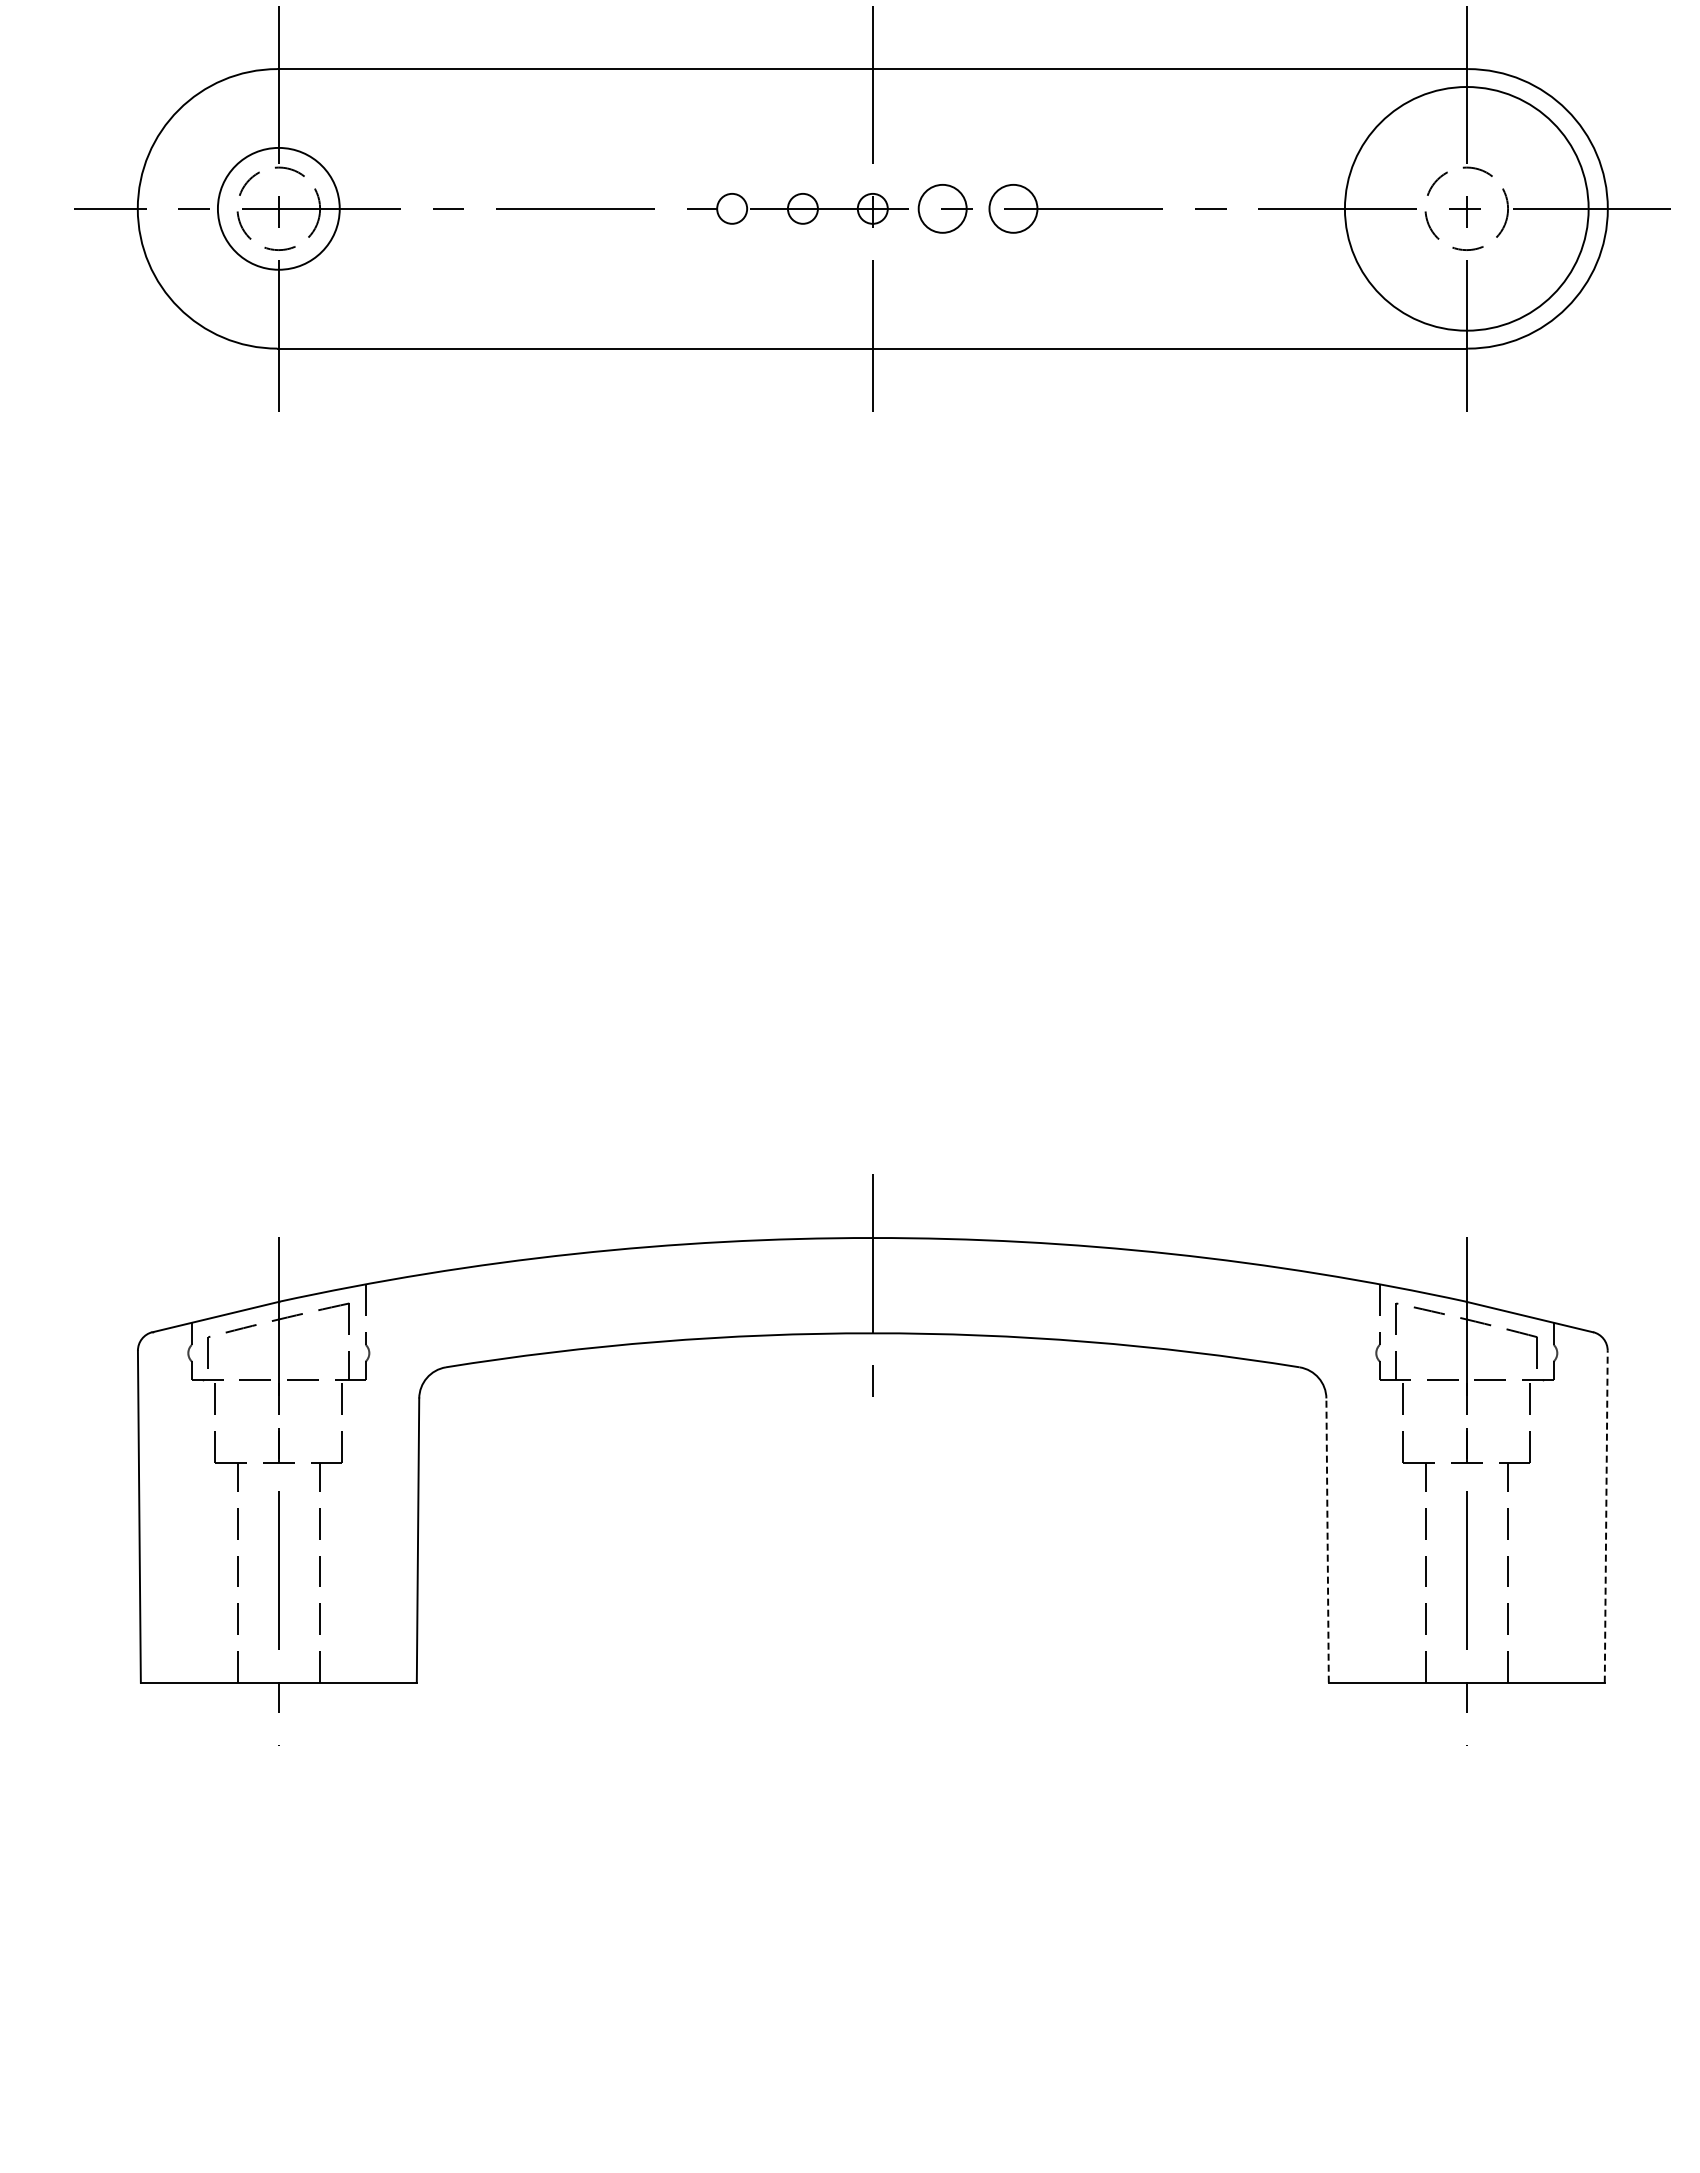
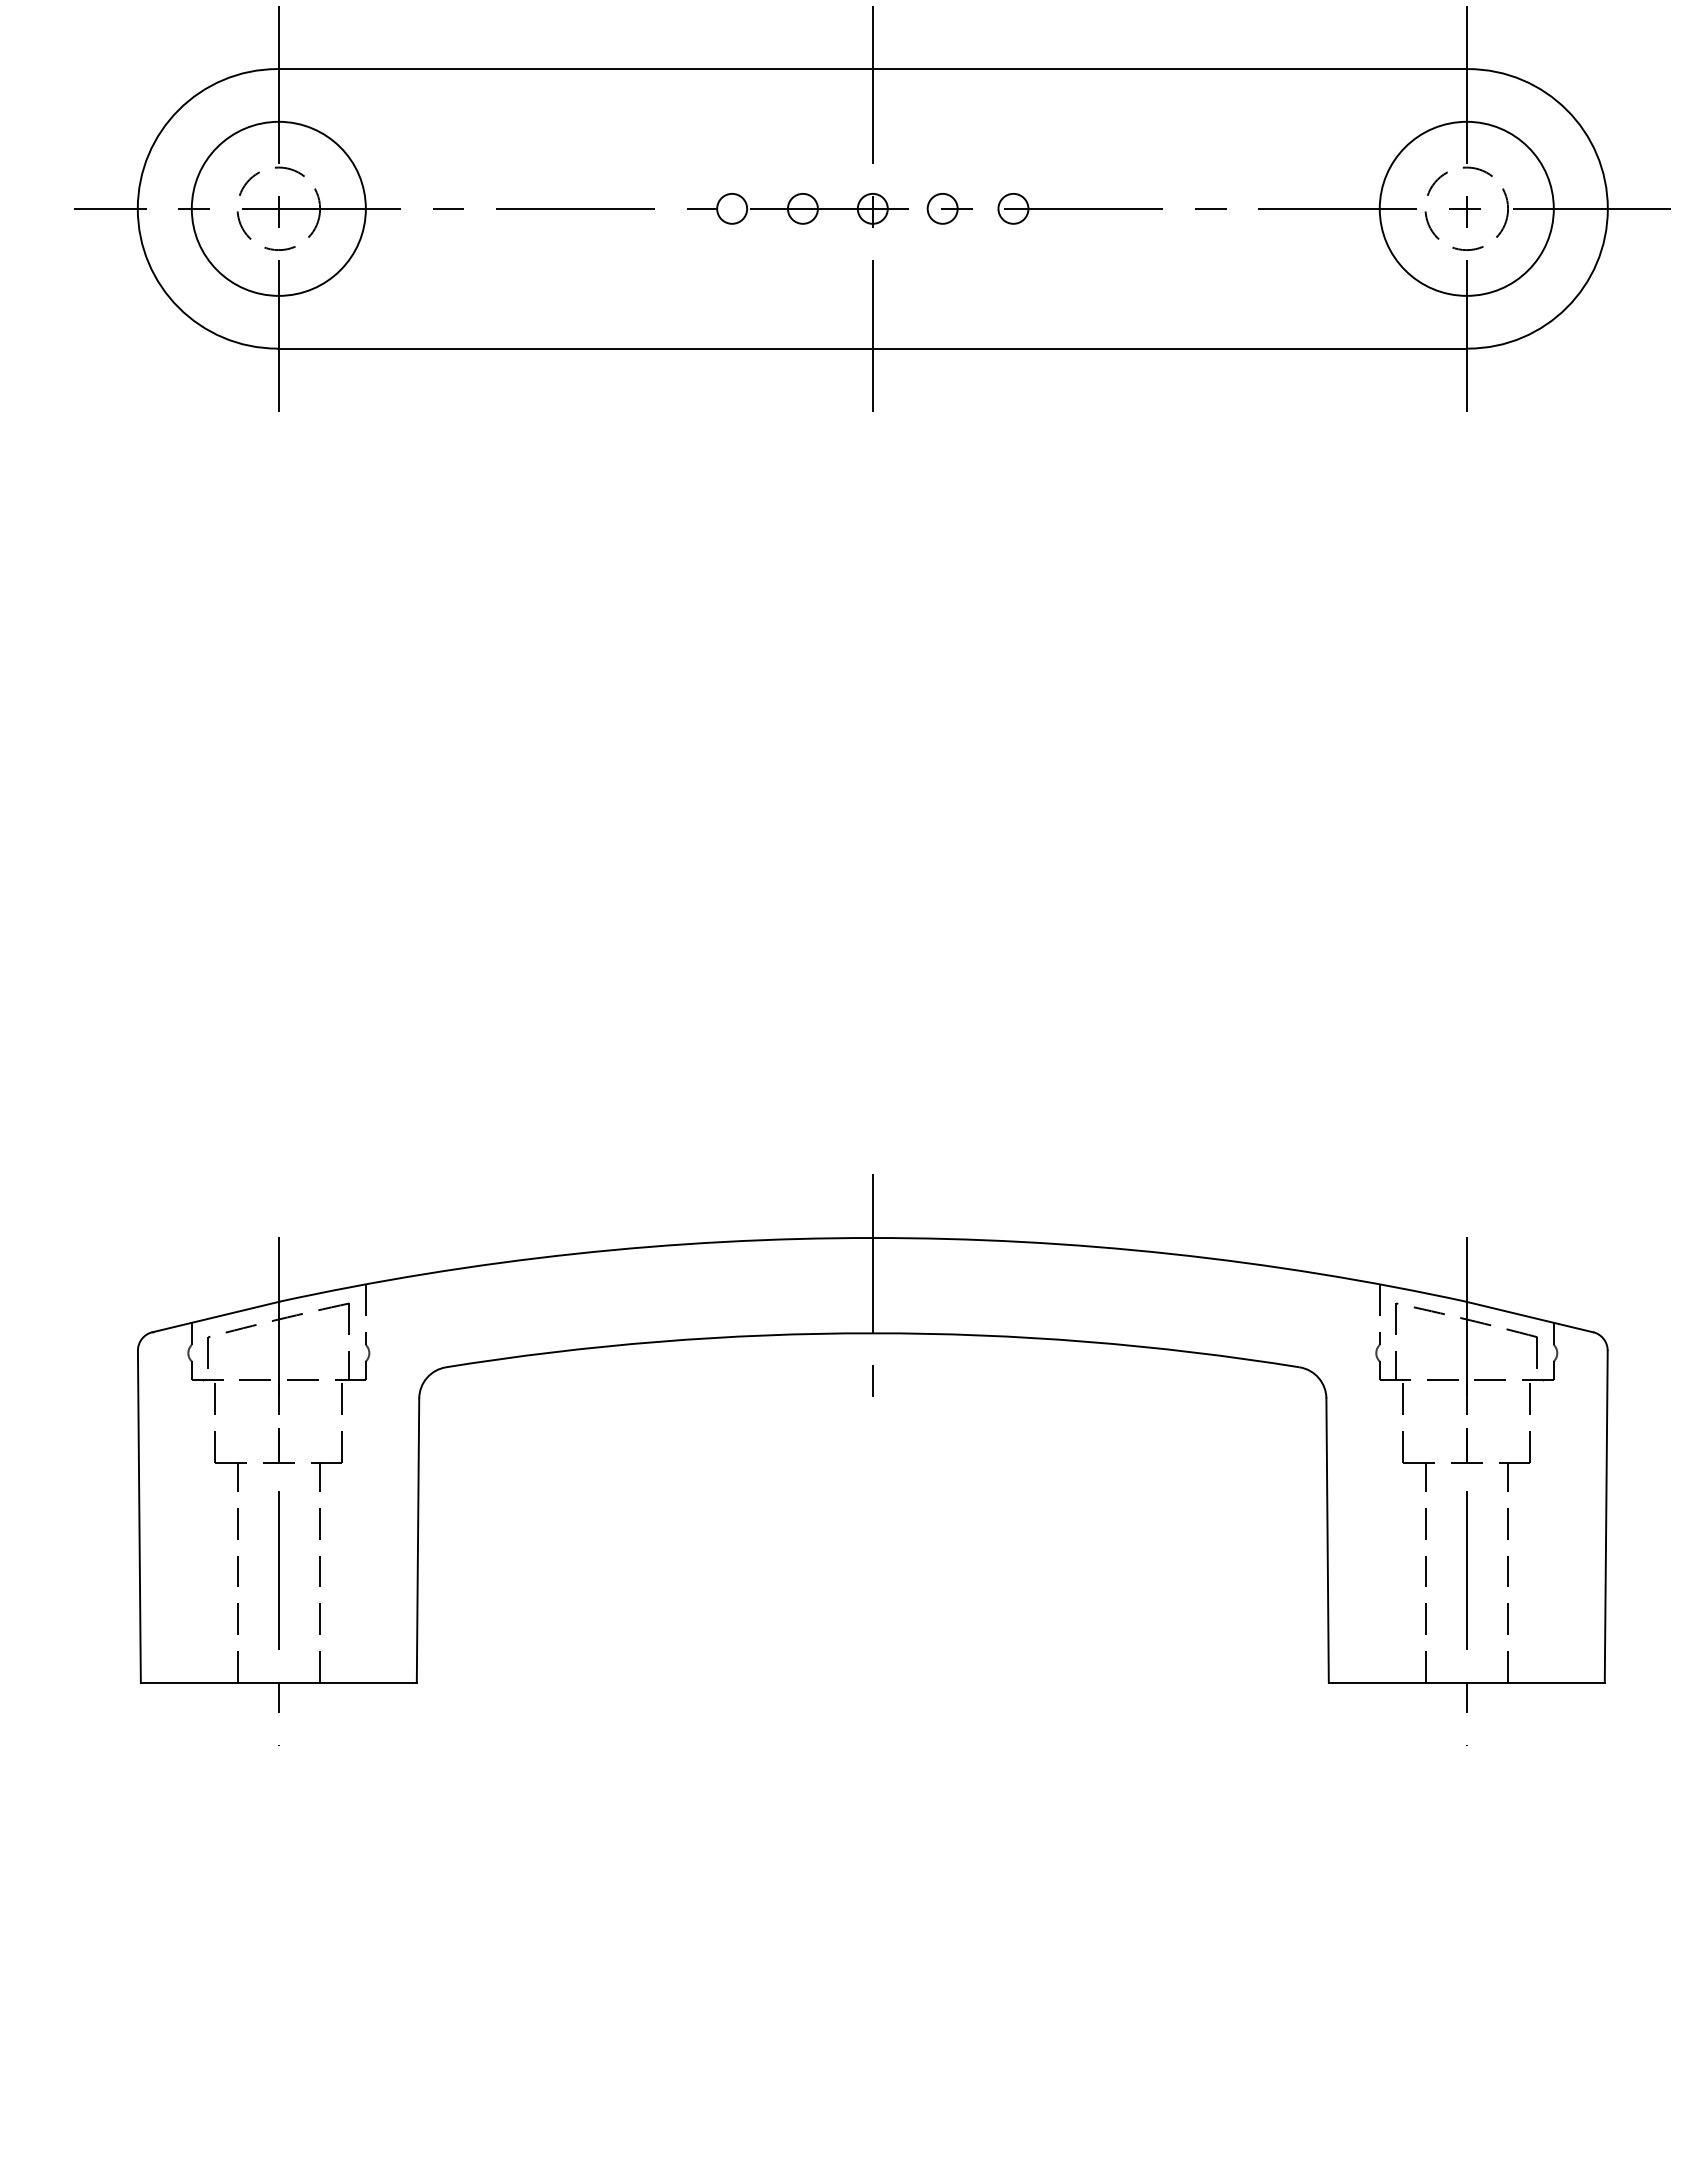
circle at (278, 208) diameter: 122 px -> 174 px
circle at (942, 208) diameter: 48 px -> 30 px
circle at (1013, 208) diameter: 48 px -> 30 px
circle at (1466, 208) diameter: 244 px -> 174 px
line at (1606, 1516): dashed -> solid
line at (1327, 1540): dashed -> solid
